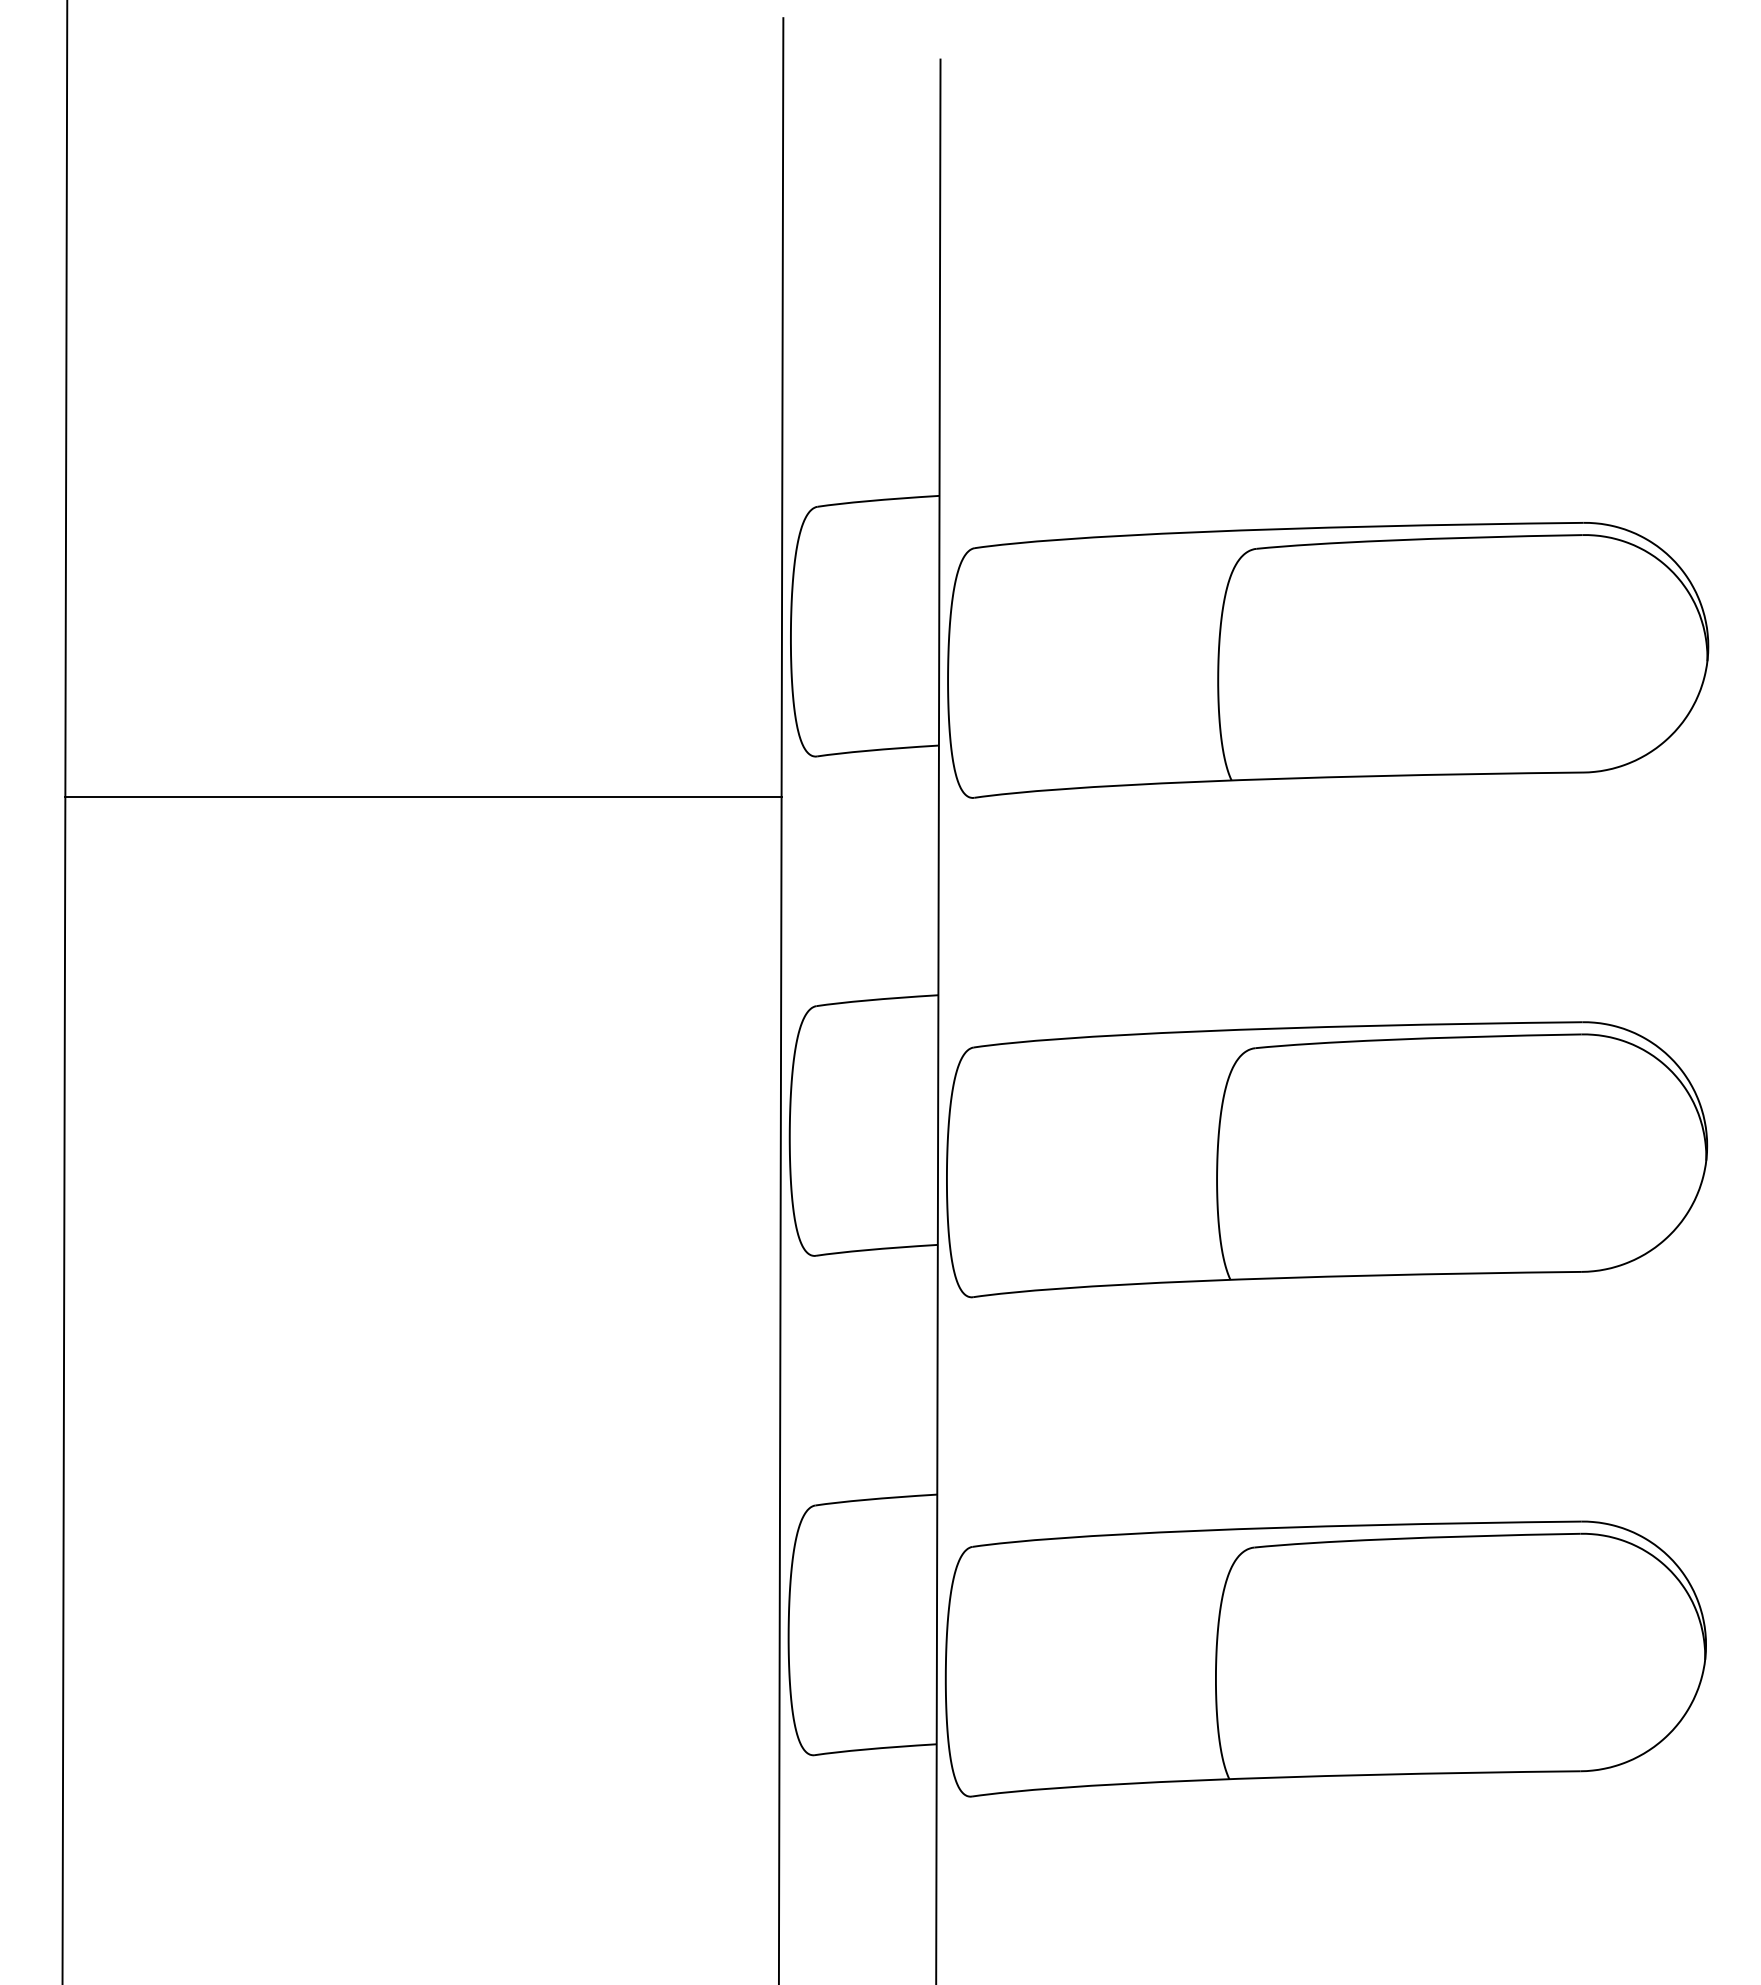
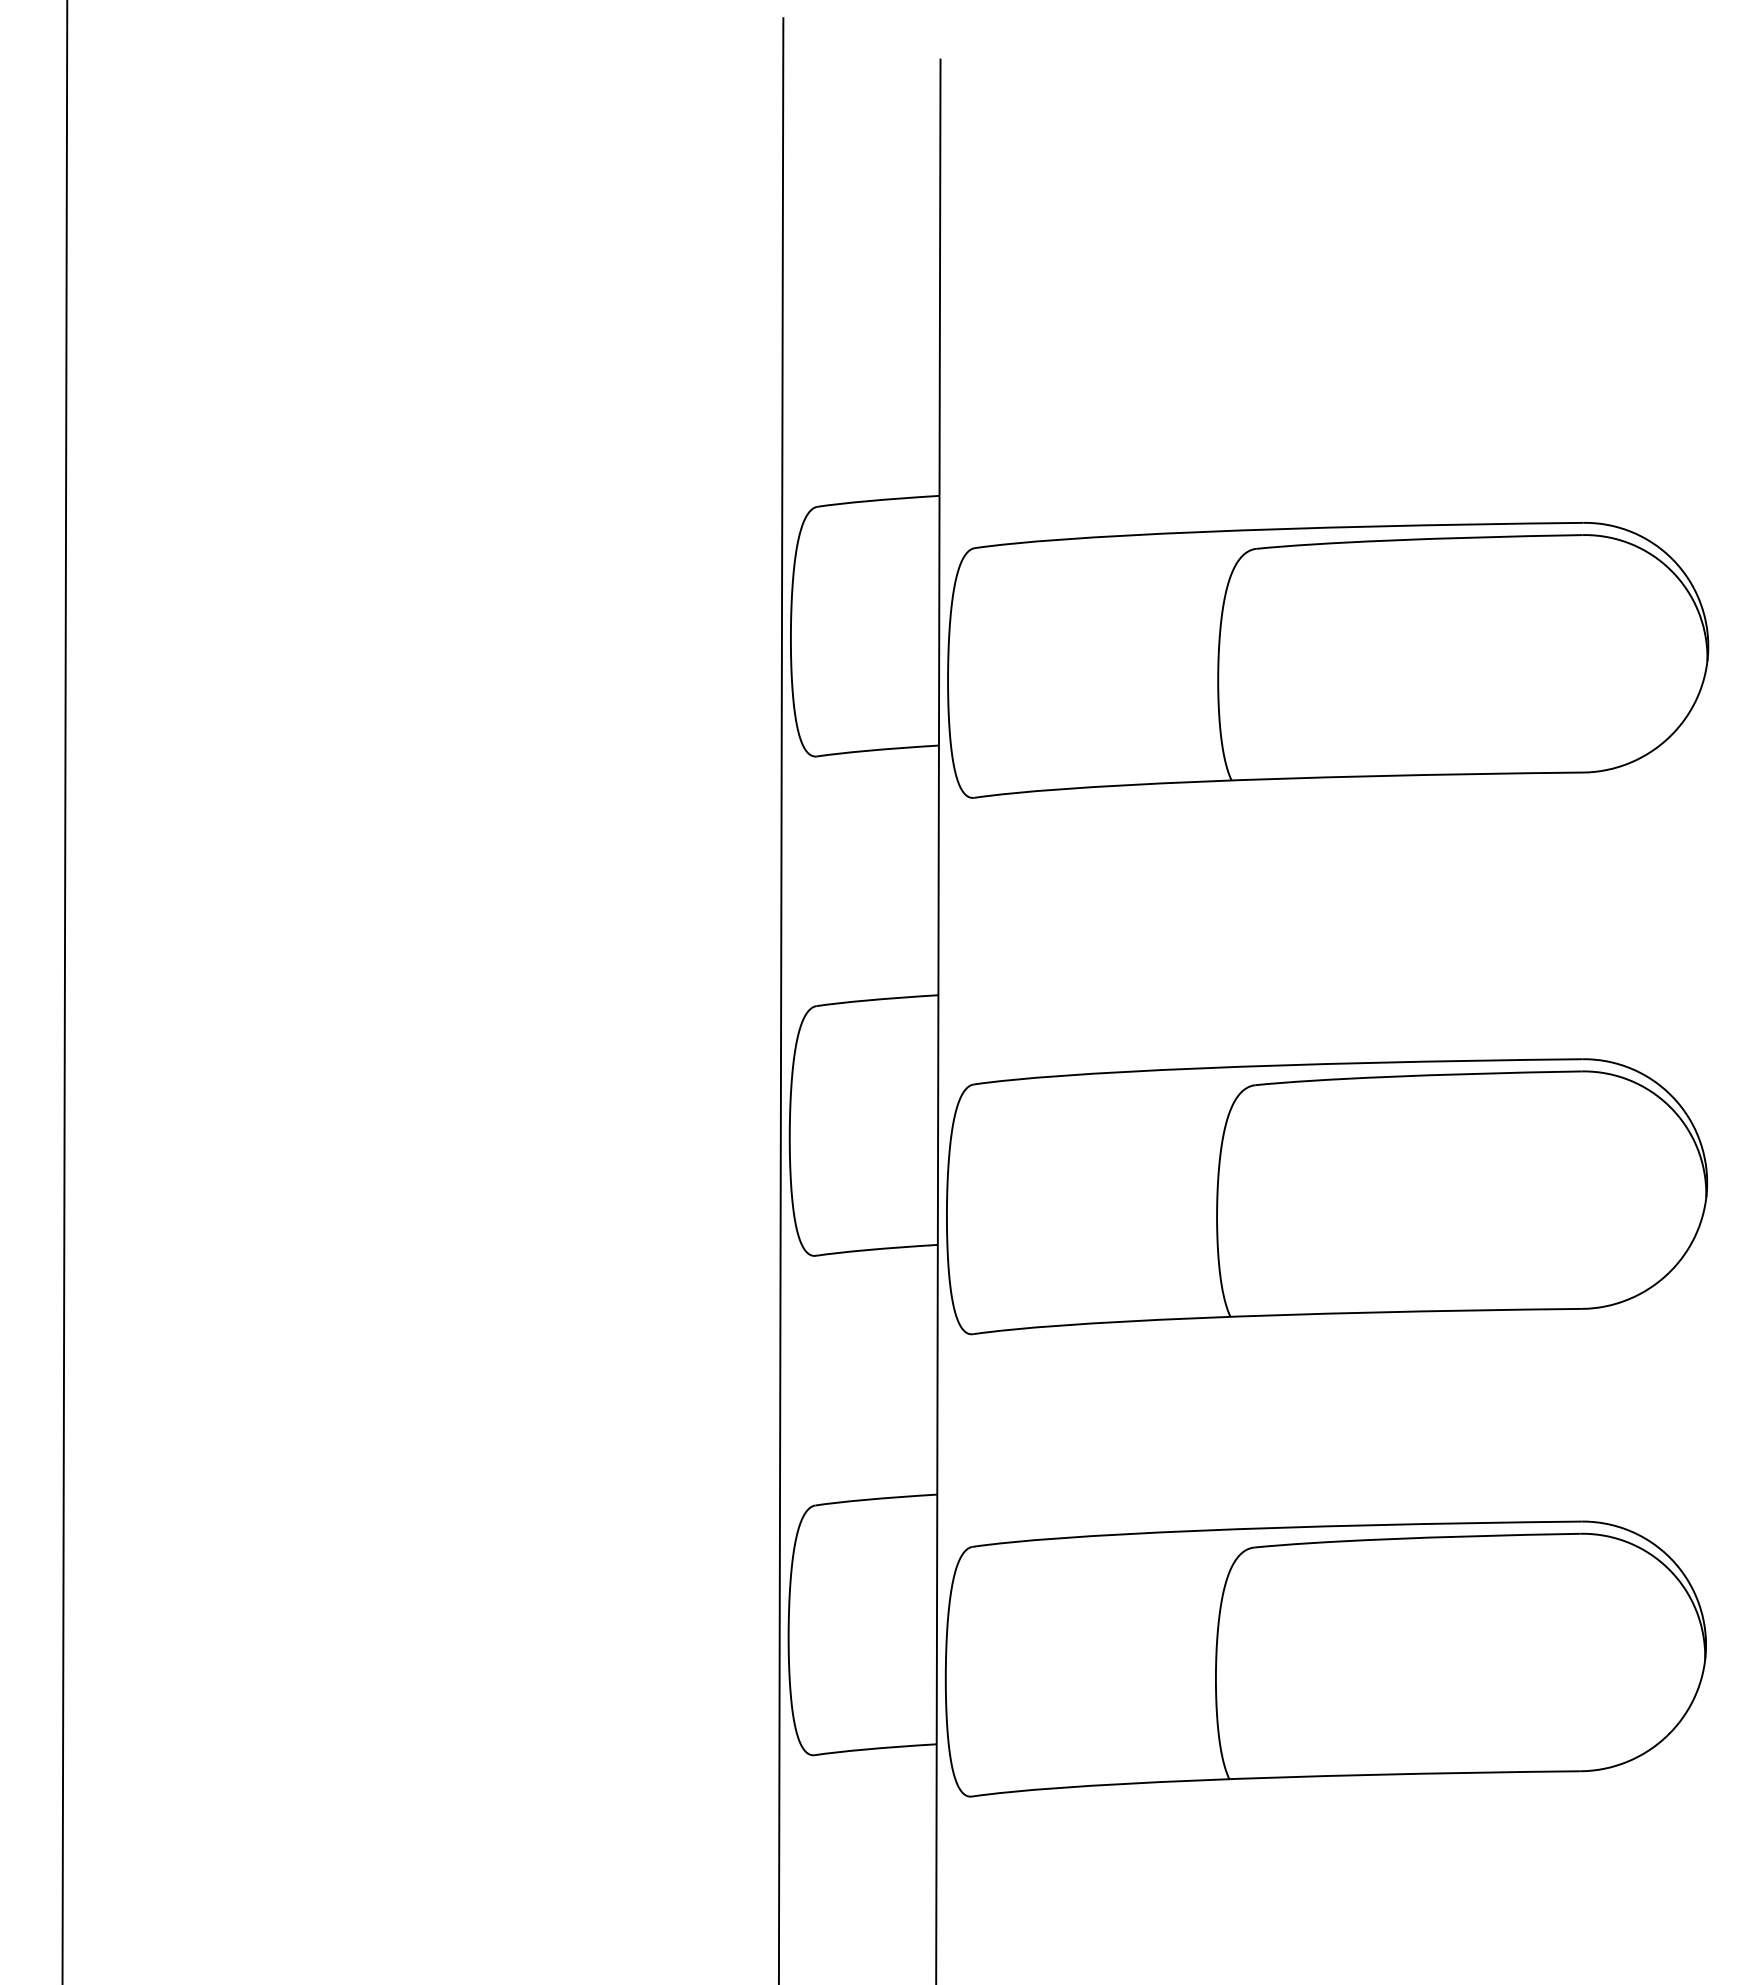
line at (423, 797): present -> none
part at (1327, 1159) position: (1327, 1159) -> (1327, 1196)
